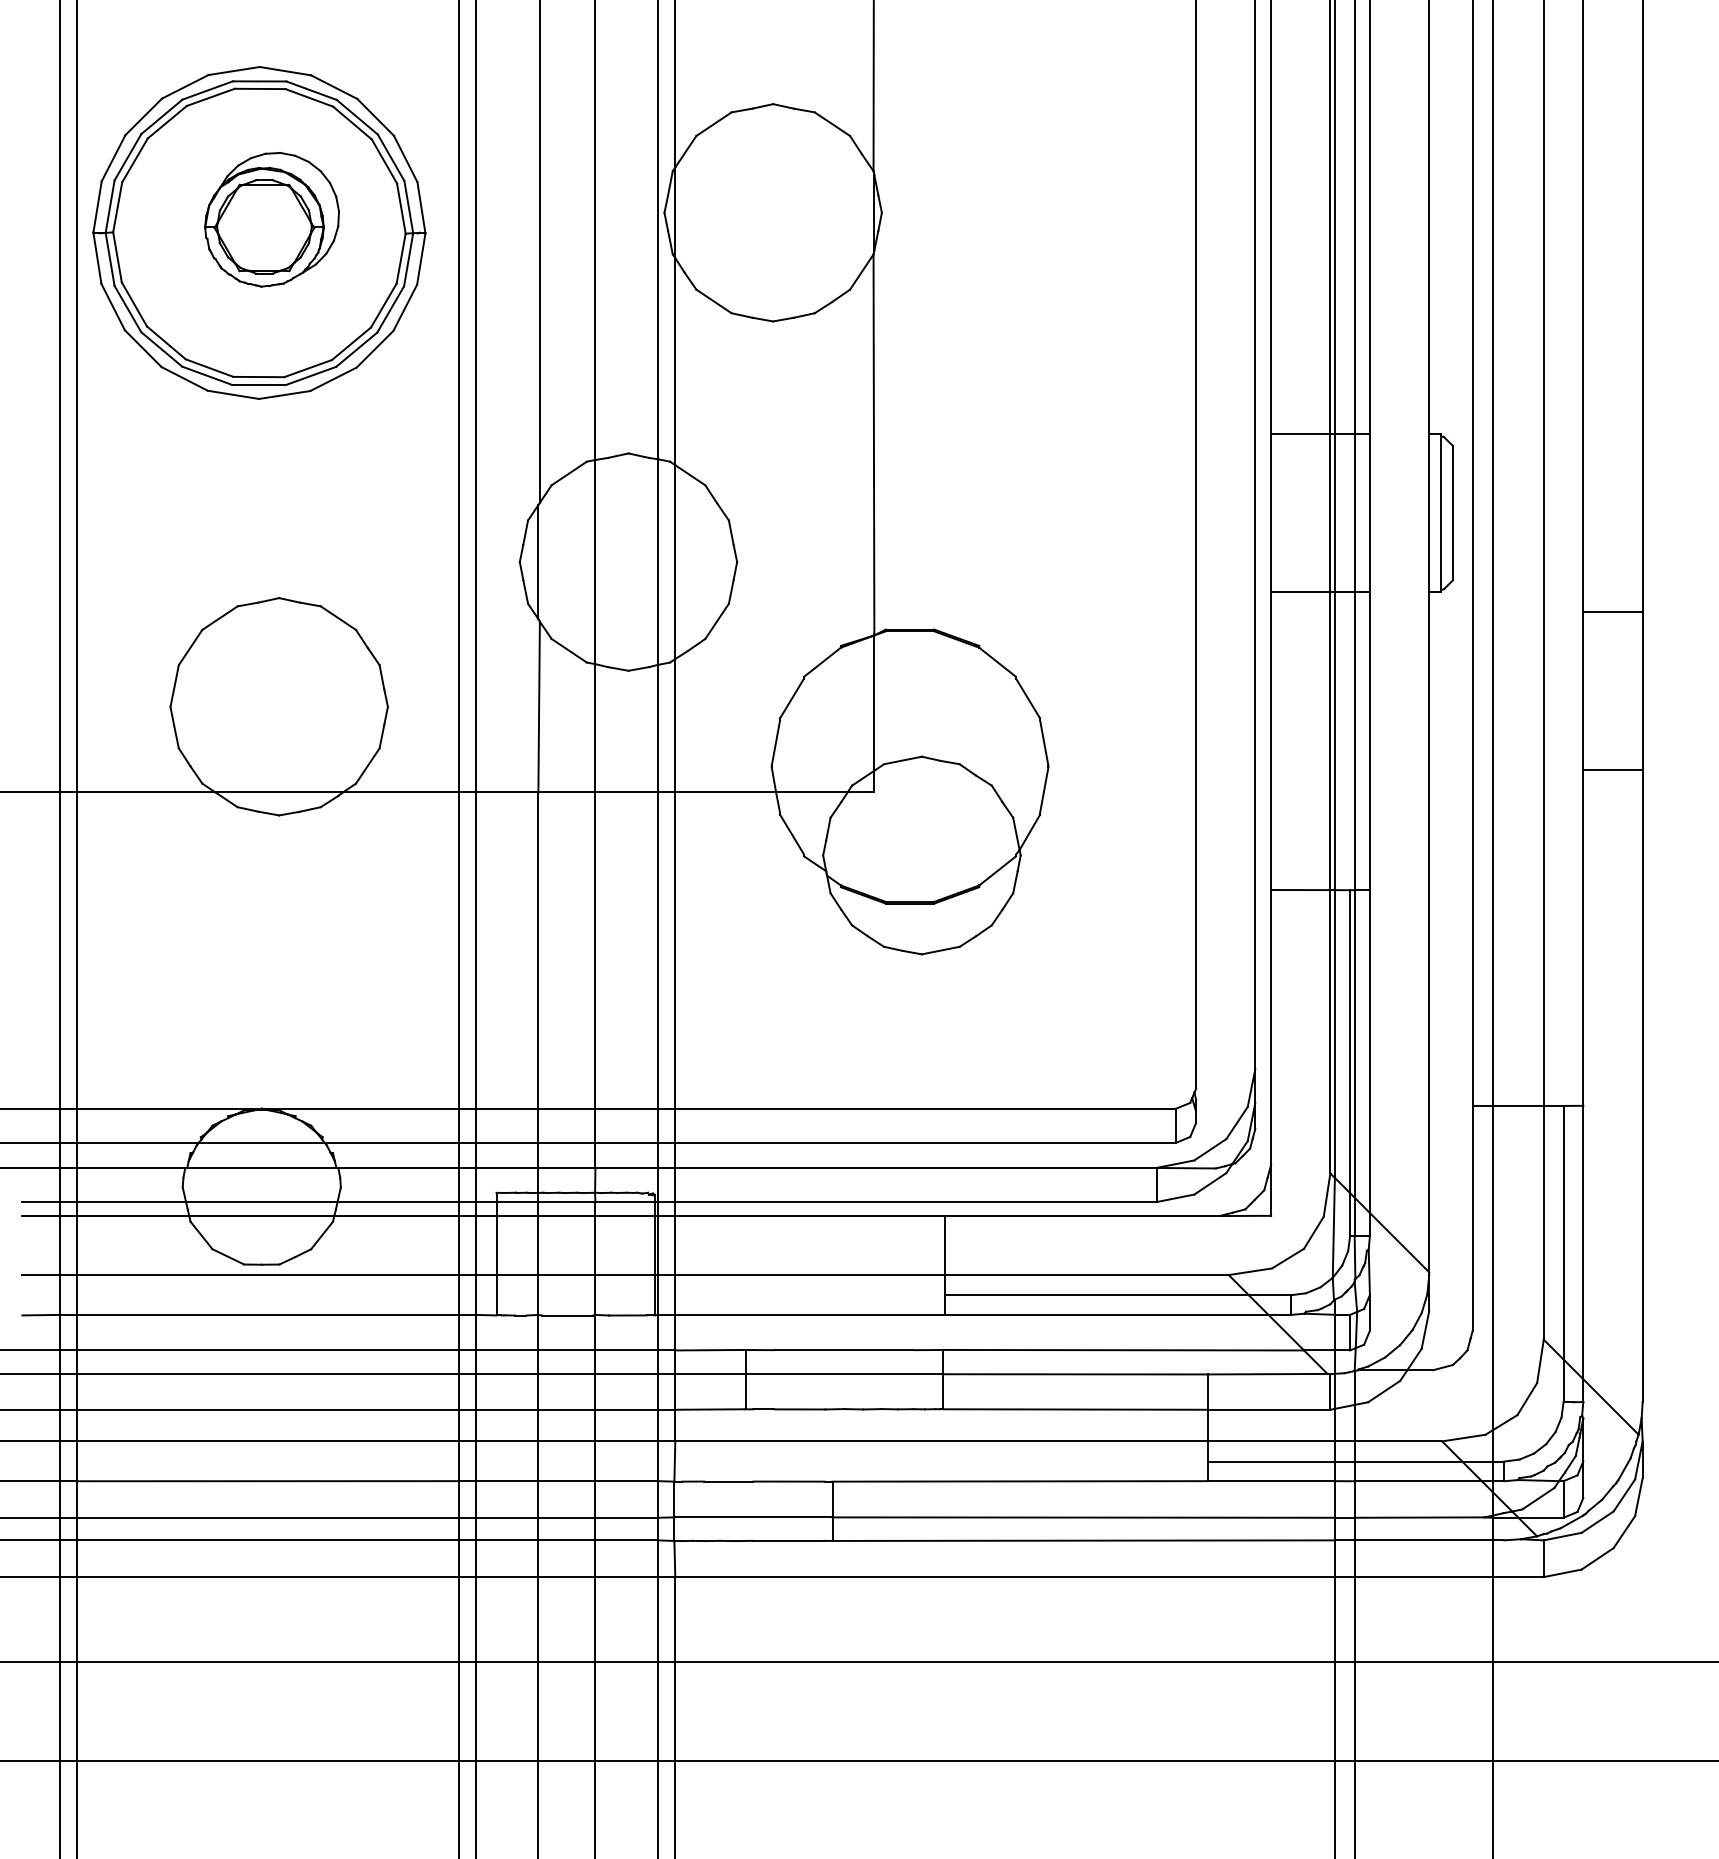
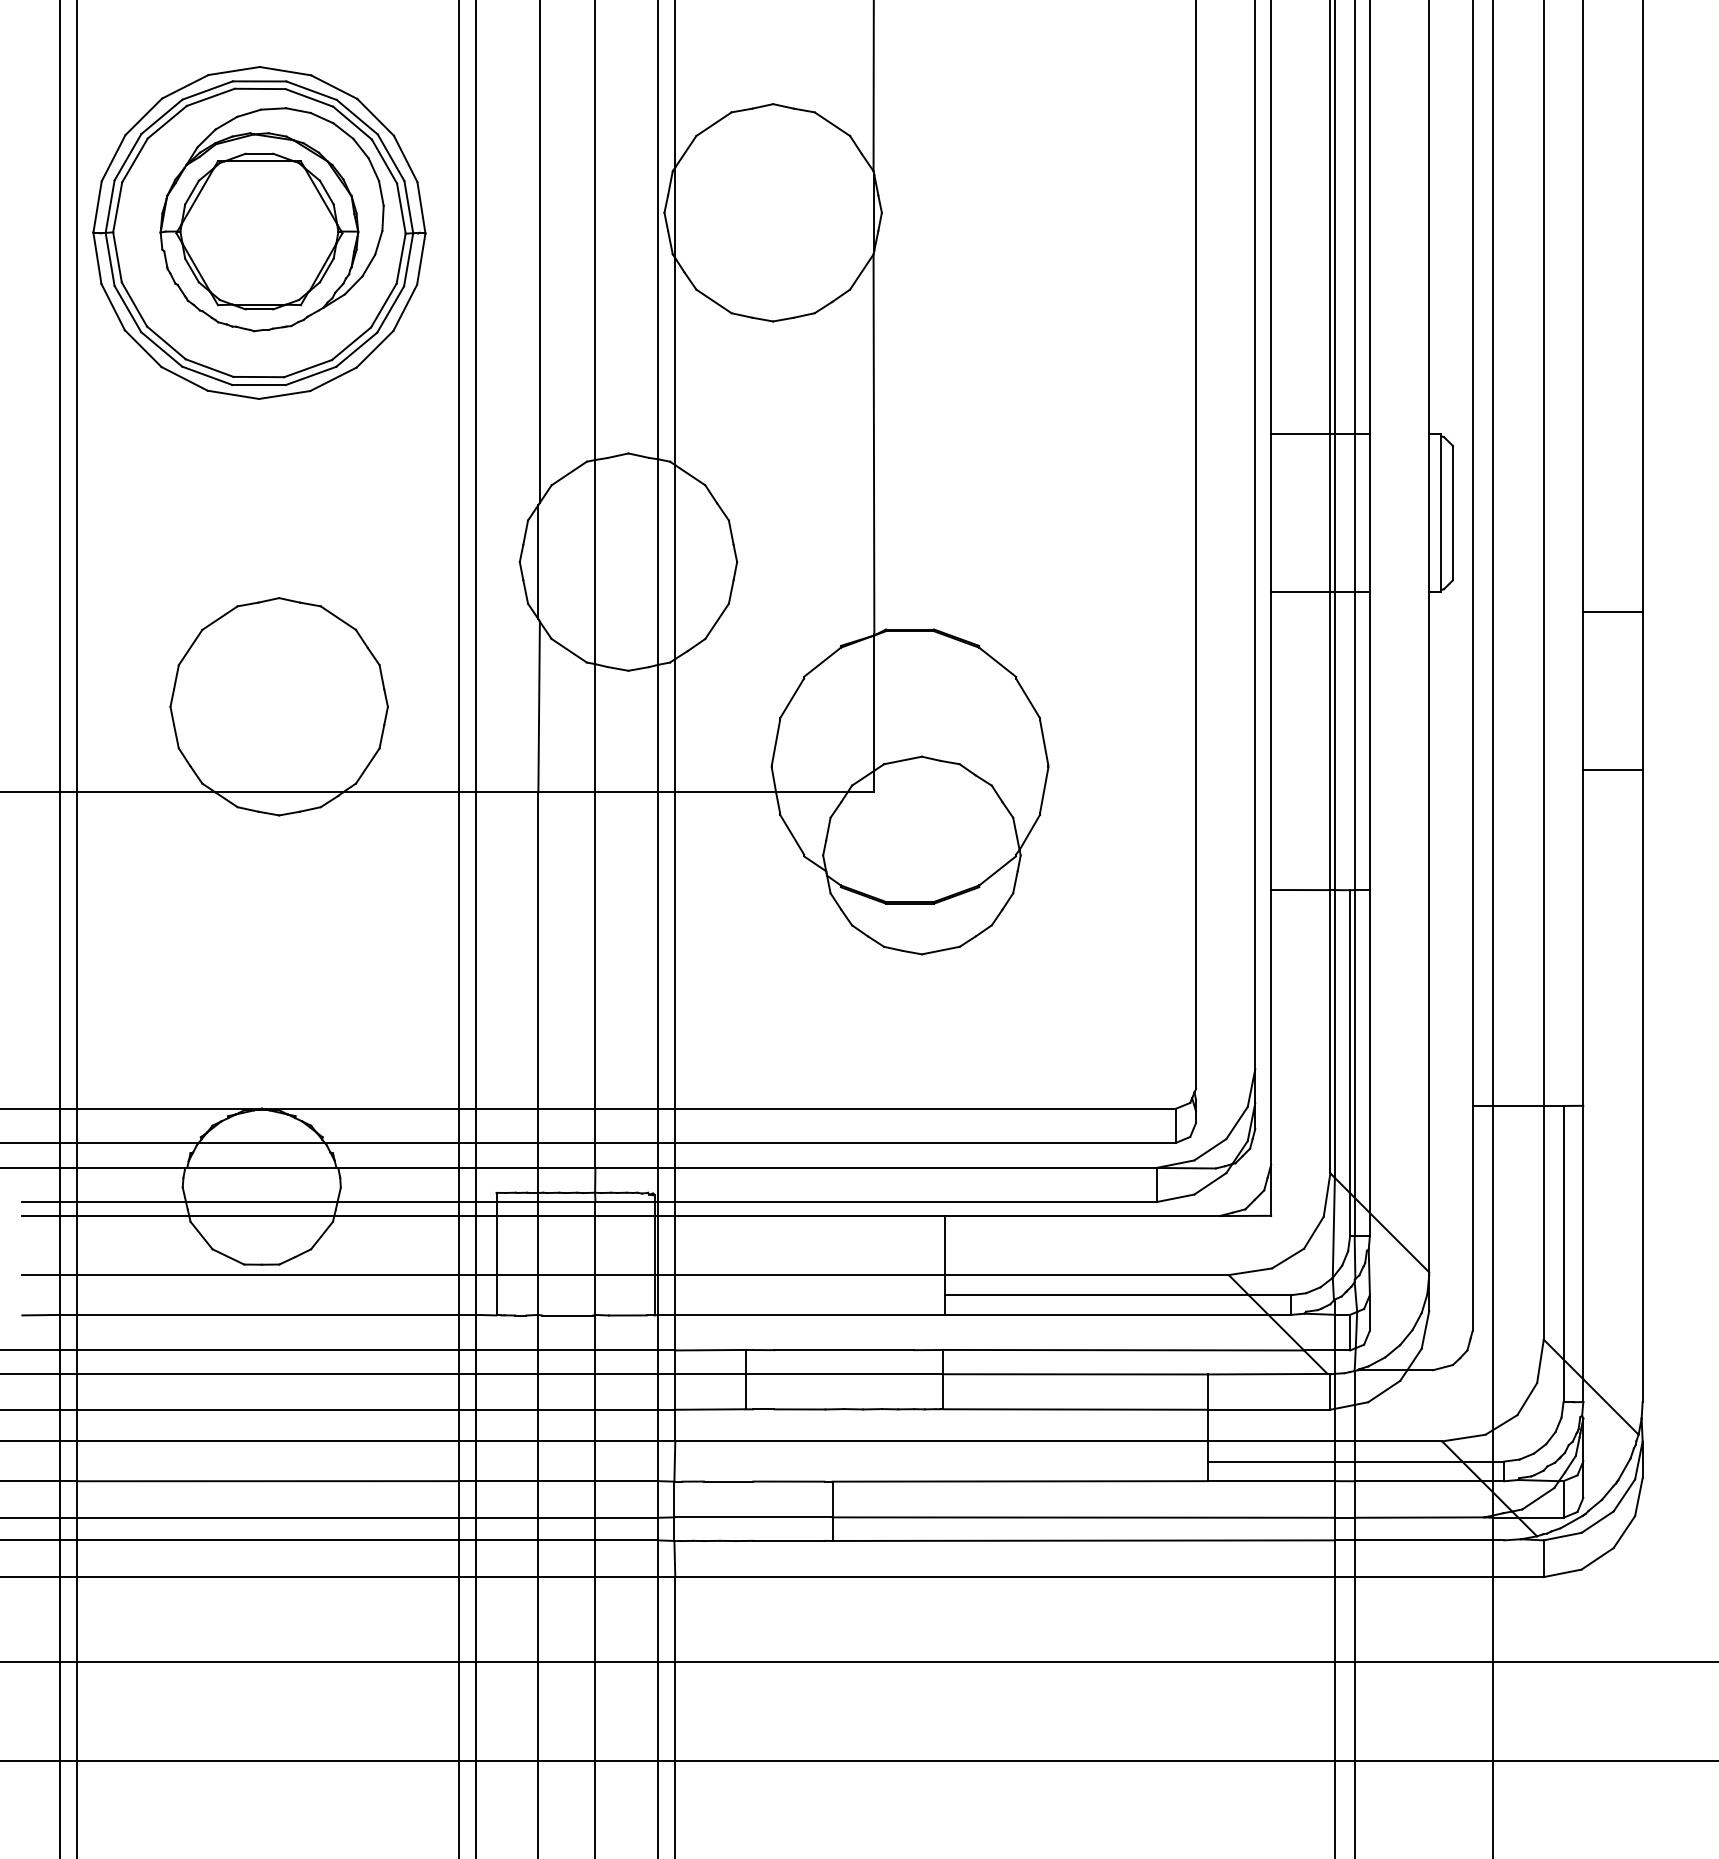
part at (271, 219) size: 136x136 px -> 226x226 px
